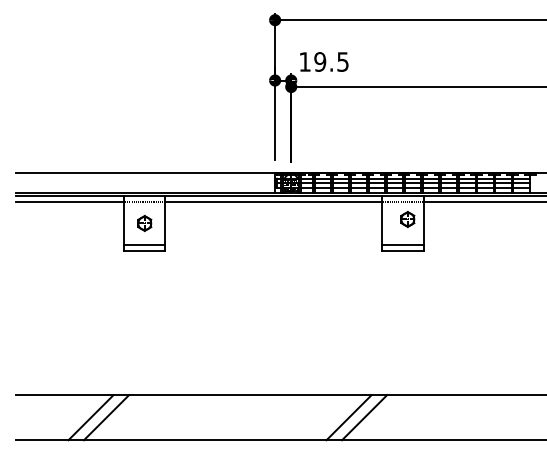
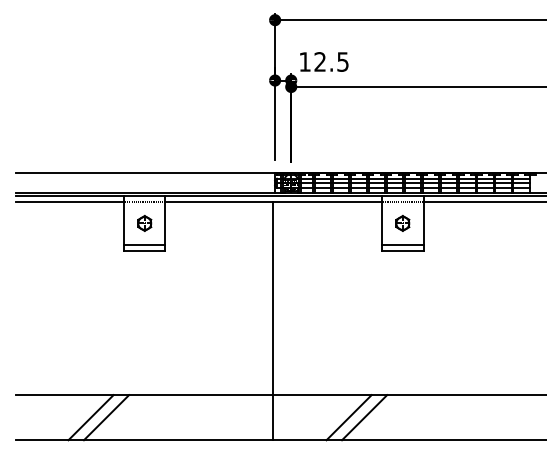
text at (320, 61): 19.5 -> 12.5
part at (407, 219) position: (407, 219) -> (402, 223)
line at (273, 320): none -> present
